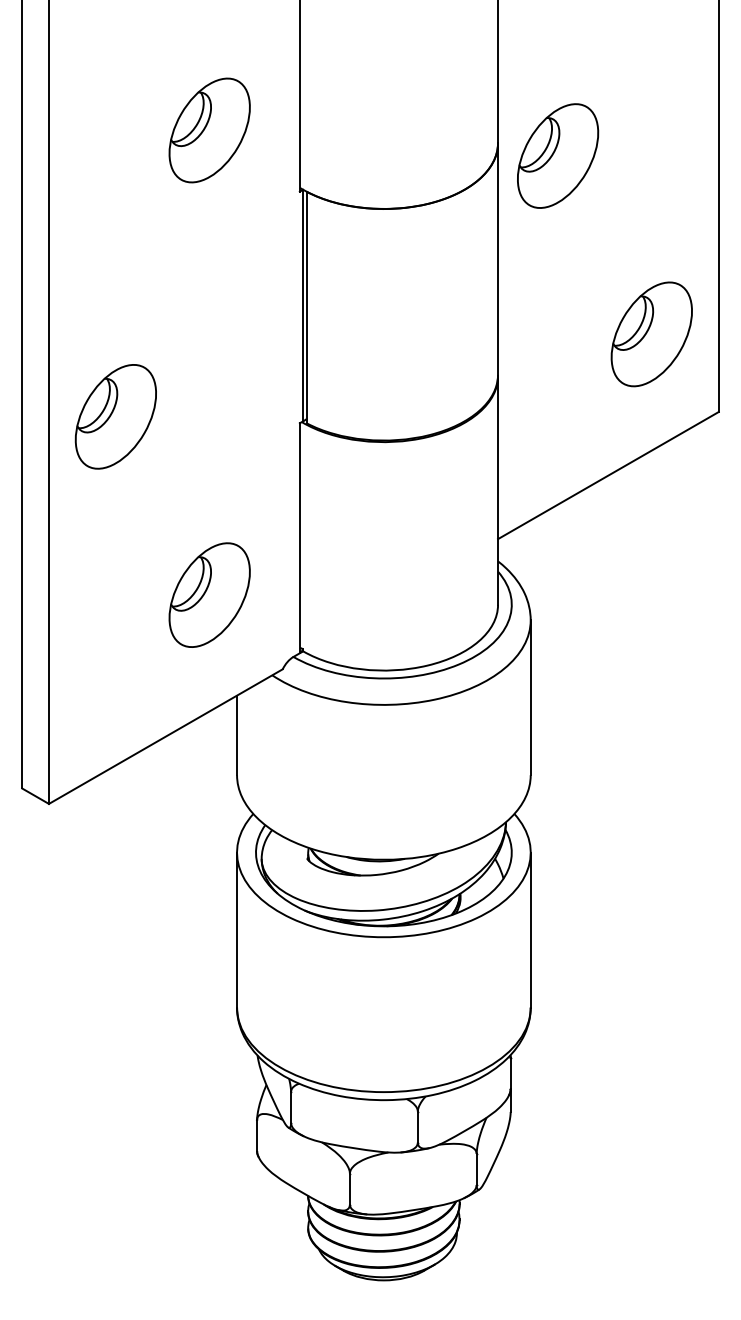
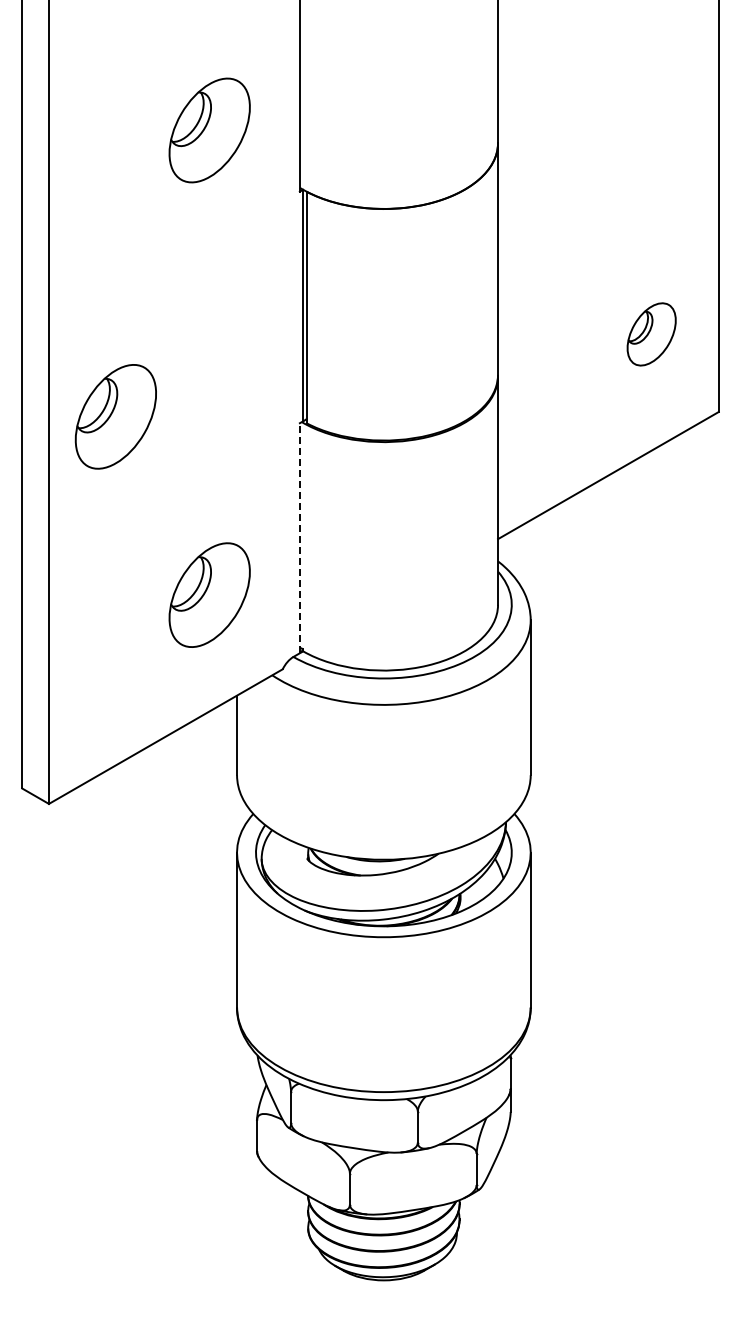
part at (558, 155): present -> none
part at (651, 334) size: 83x107 px -> 51x65 px
line at (299, 537): solid -> dashed
